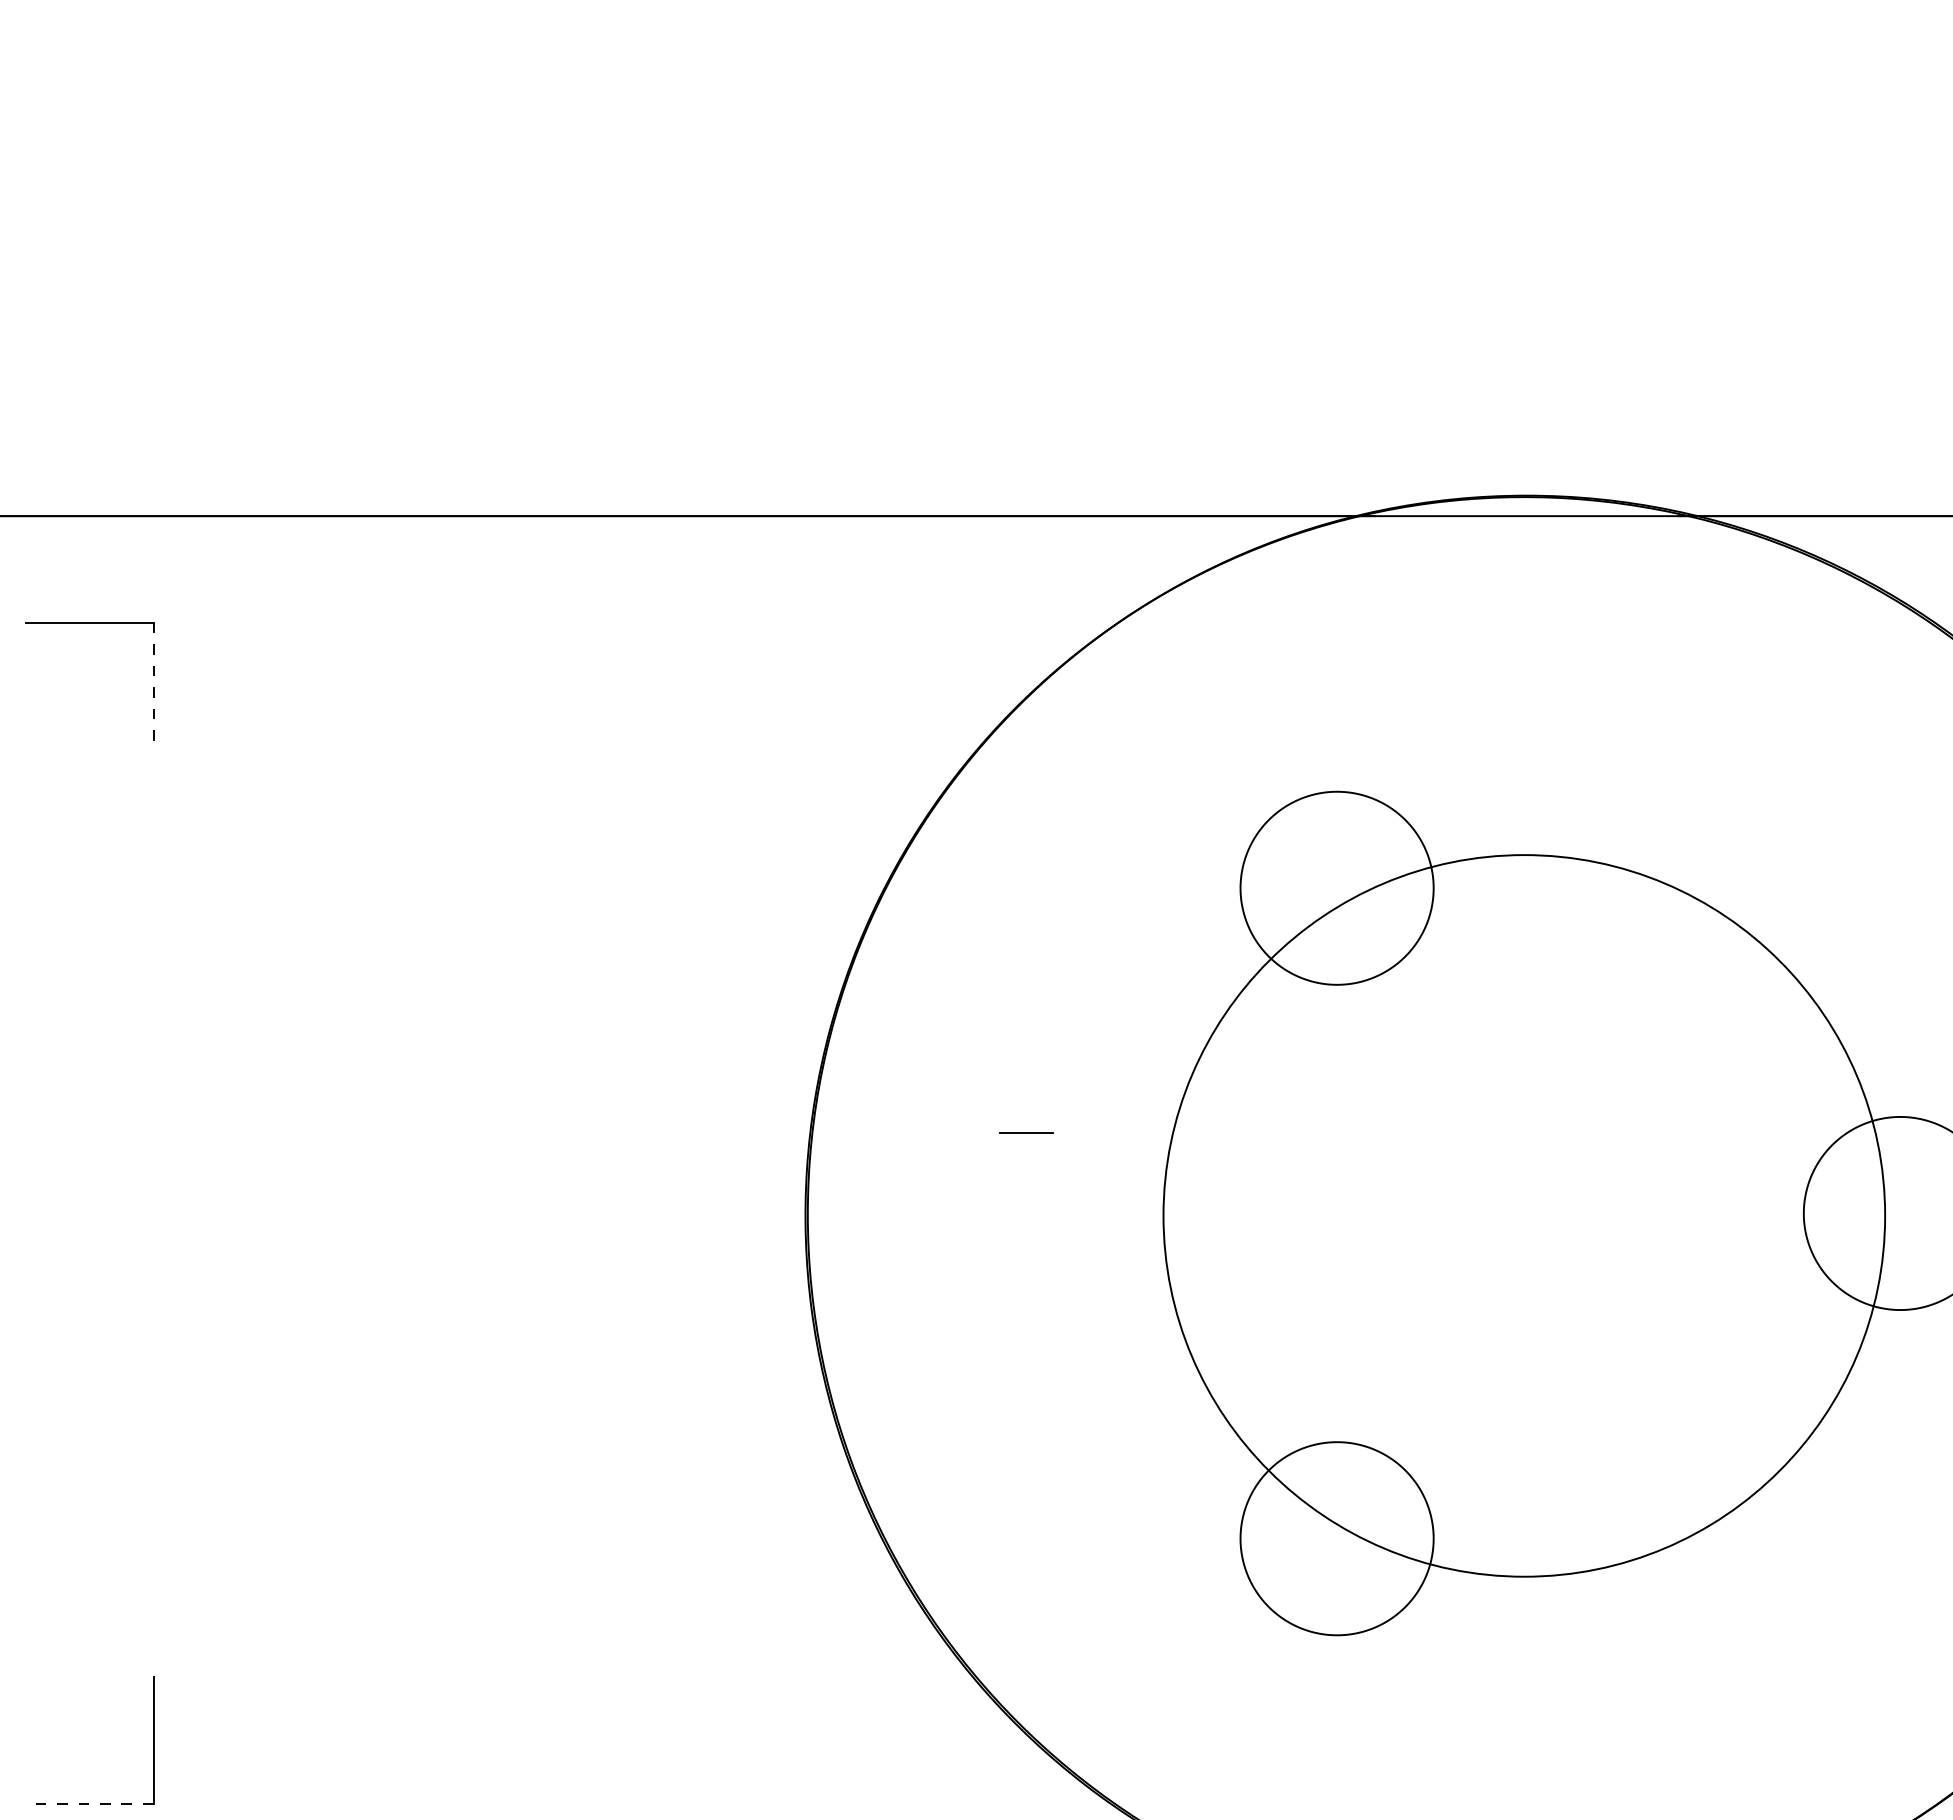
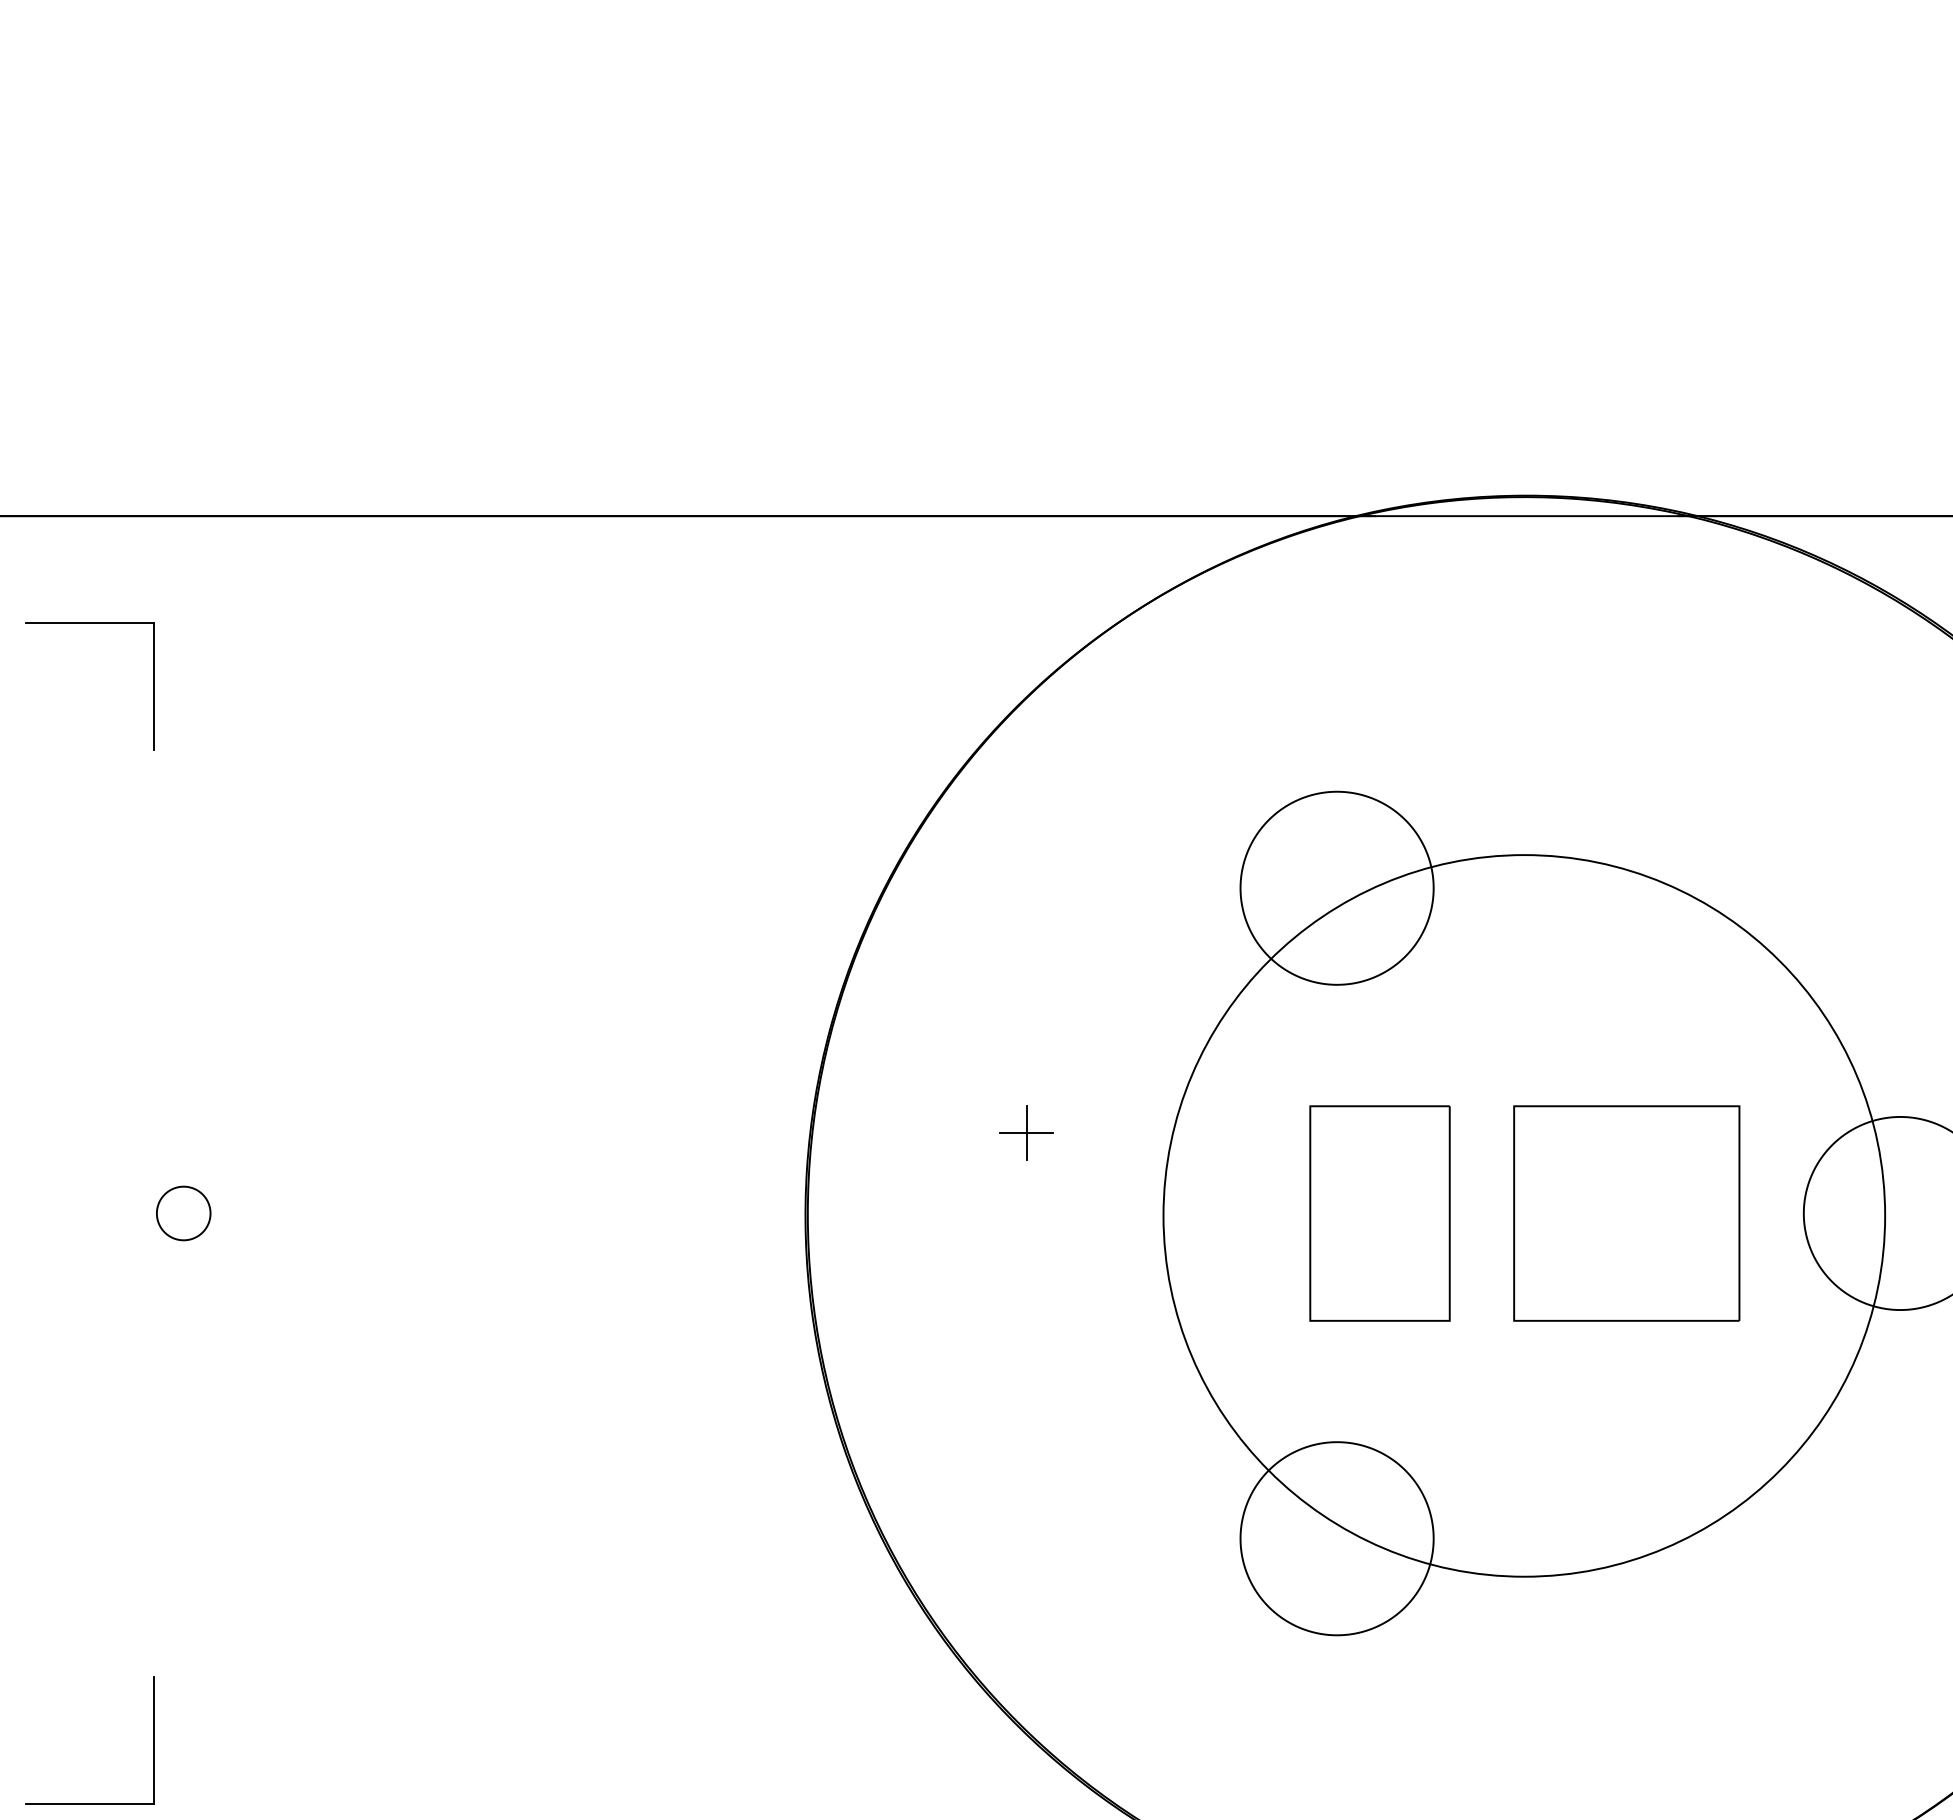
line at (153, 686): dashed -> solid
line at (1026, 1132): none -> present
part at (183, 1213): none -> present
part at (1379, 1213): none -> present
part at (1626, 1213): none -> present
line at (90, 1804): dashed -> solid
